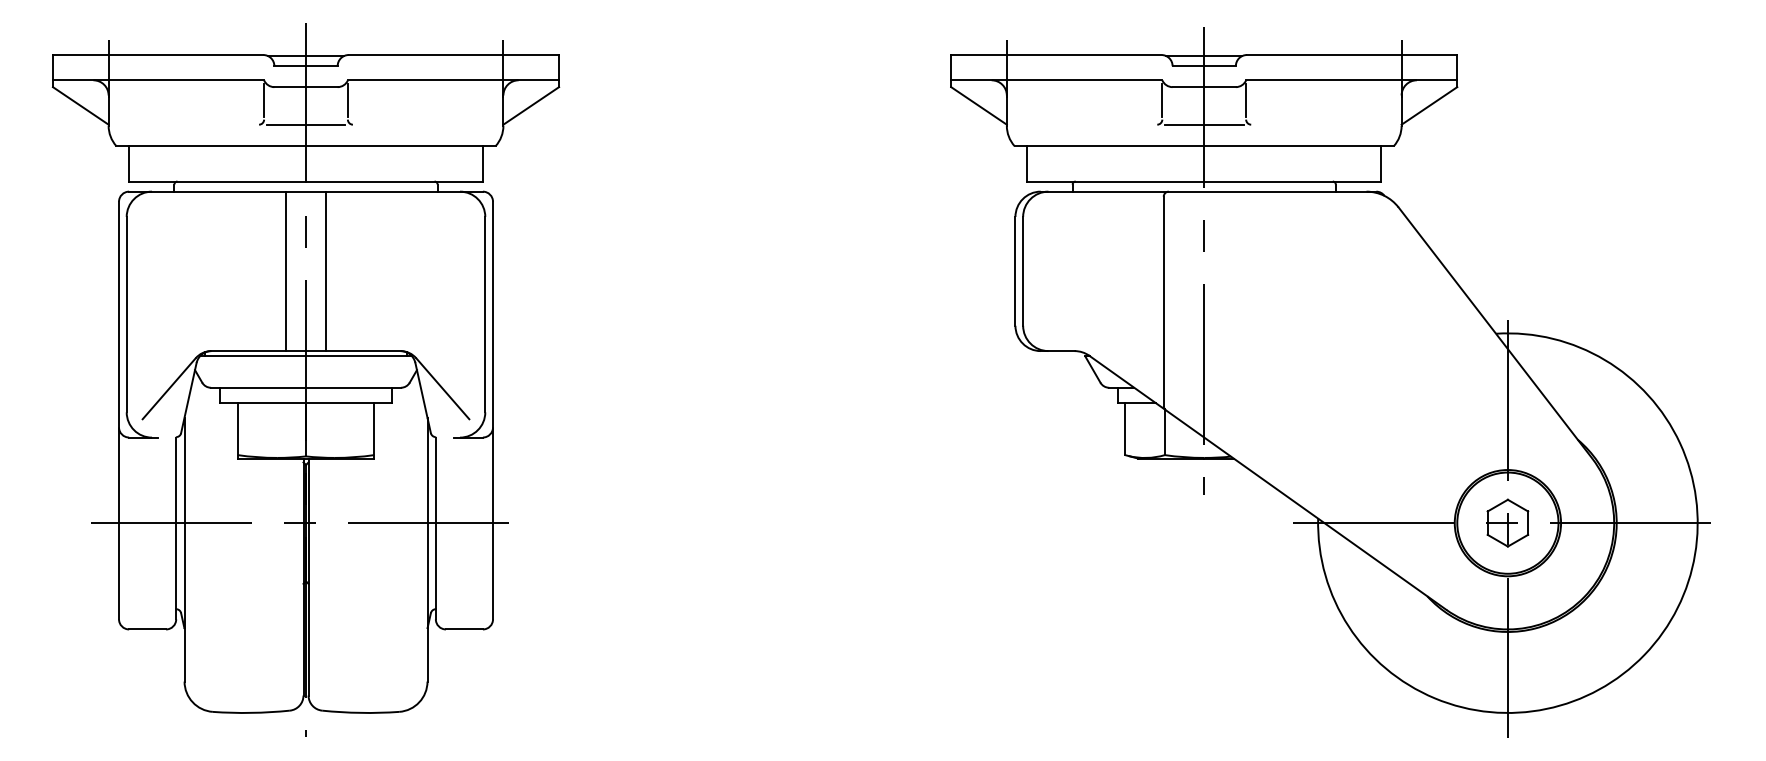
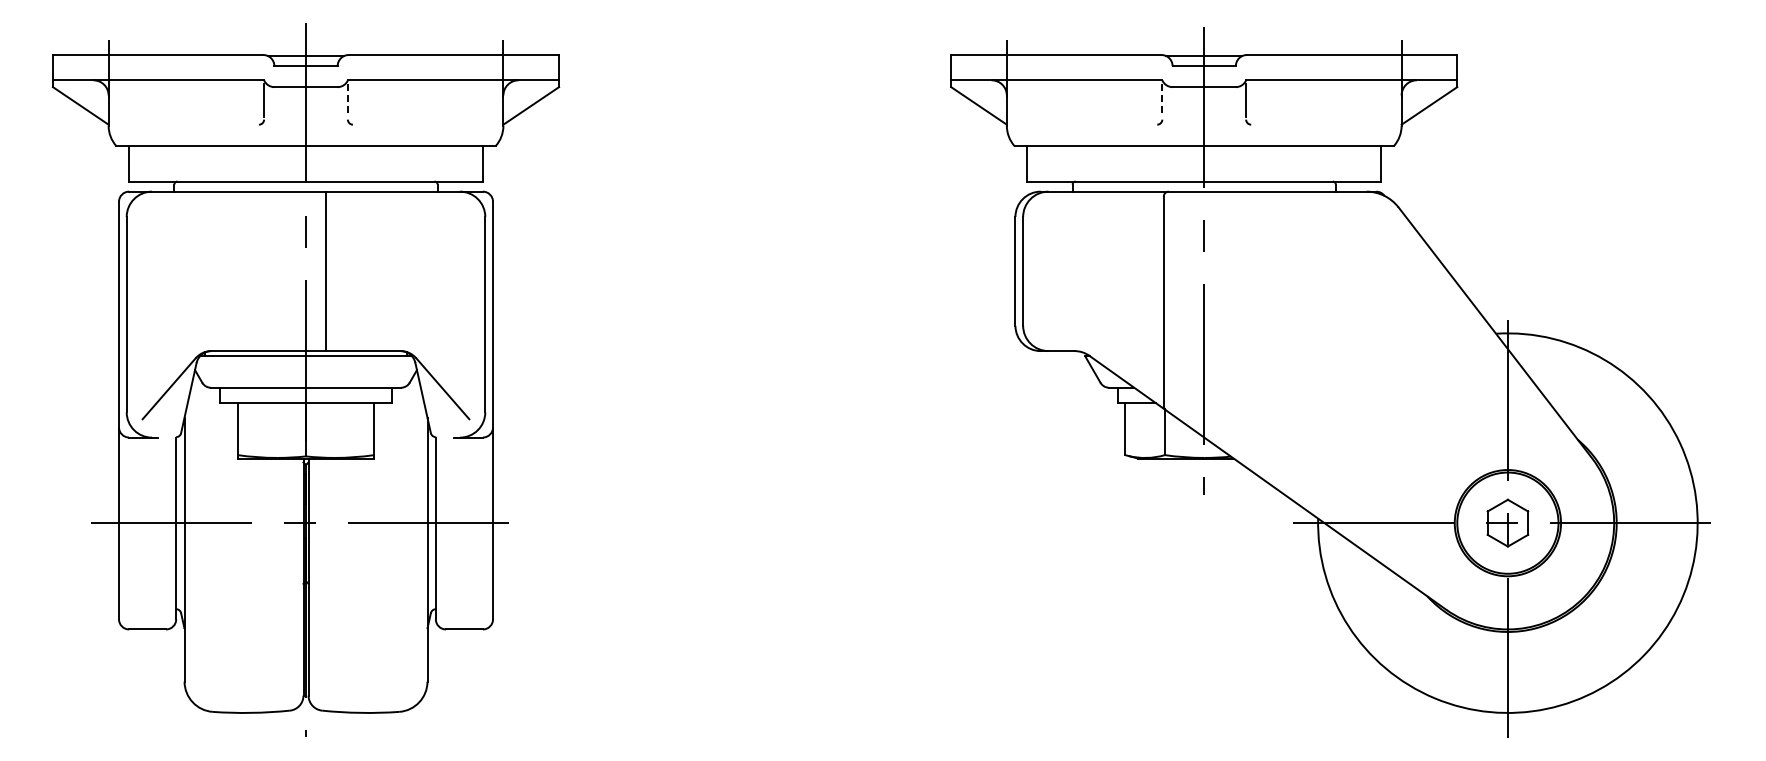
line at (347, 101): solid -> dashed
line at (1162, 101): solid -> dashed
line at (305, 124): present -> none
line at (1203, 124): present -> none
line at (285, 271): present -> none
